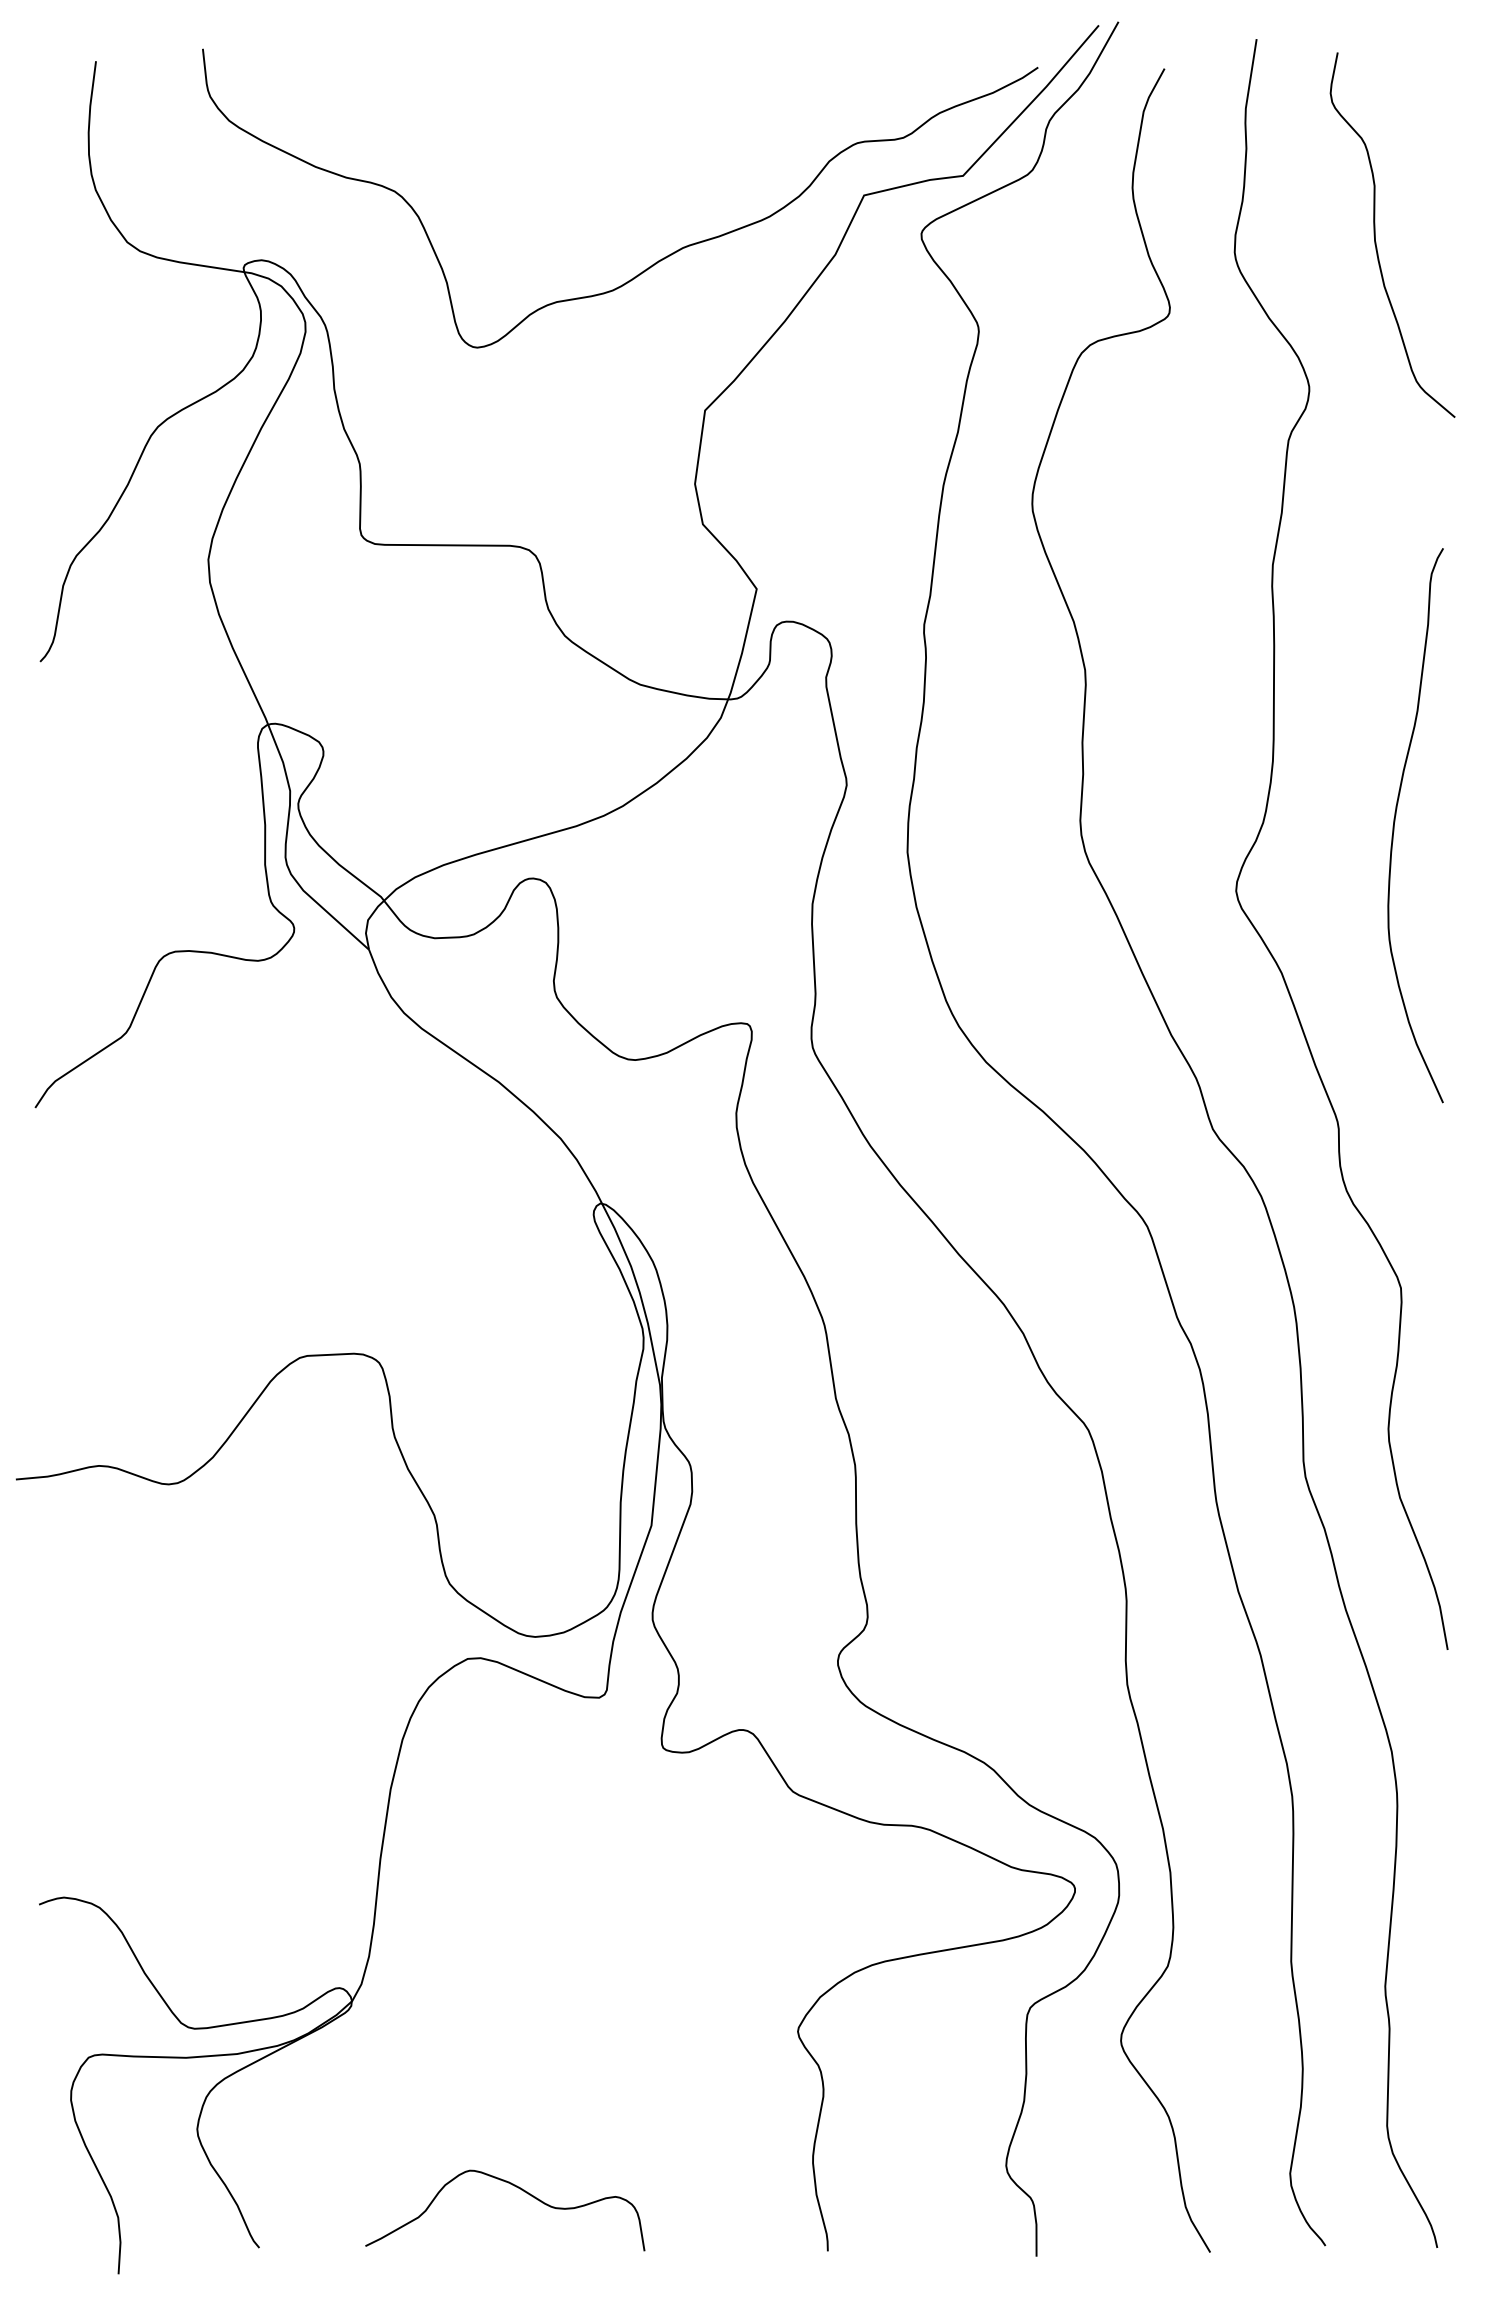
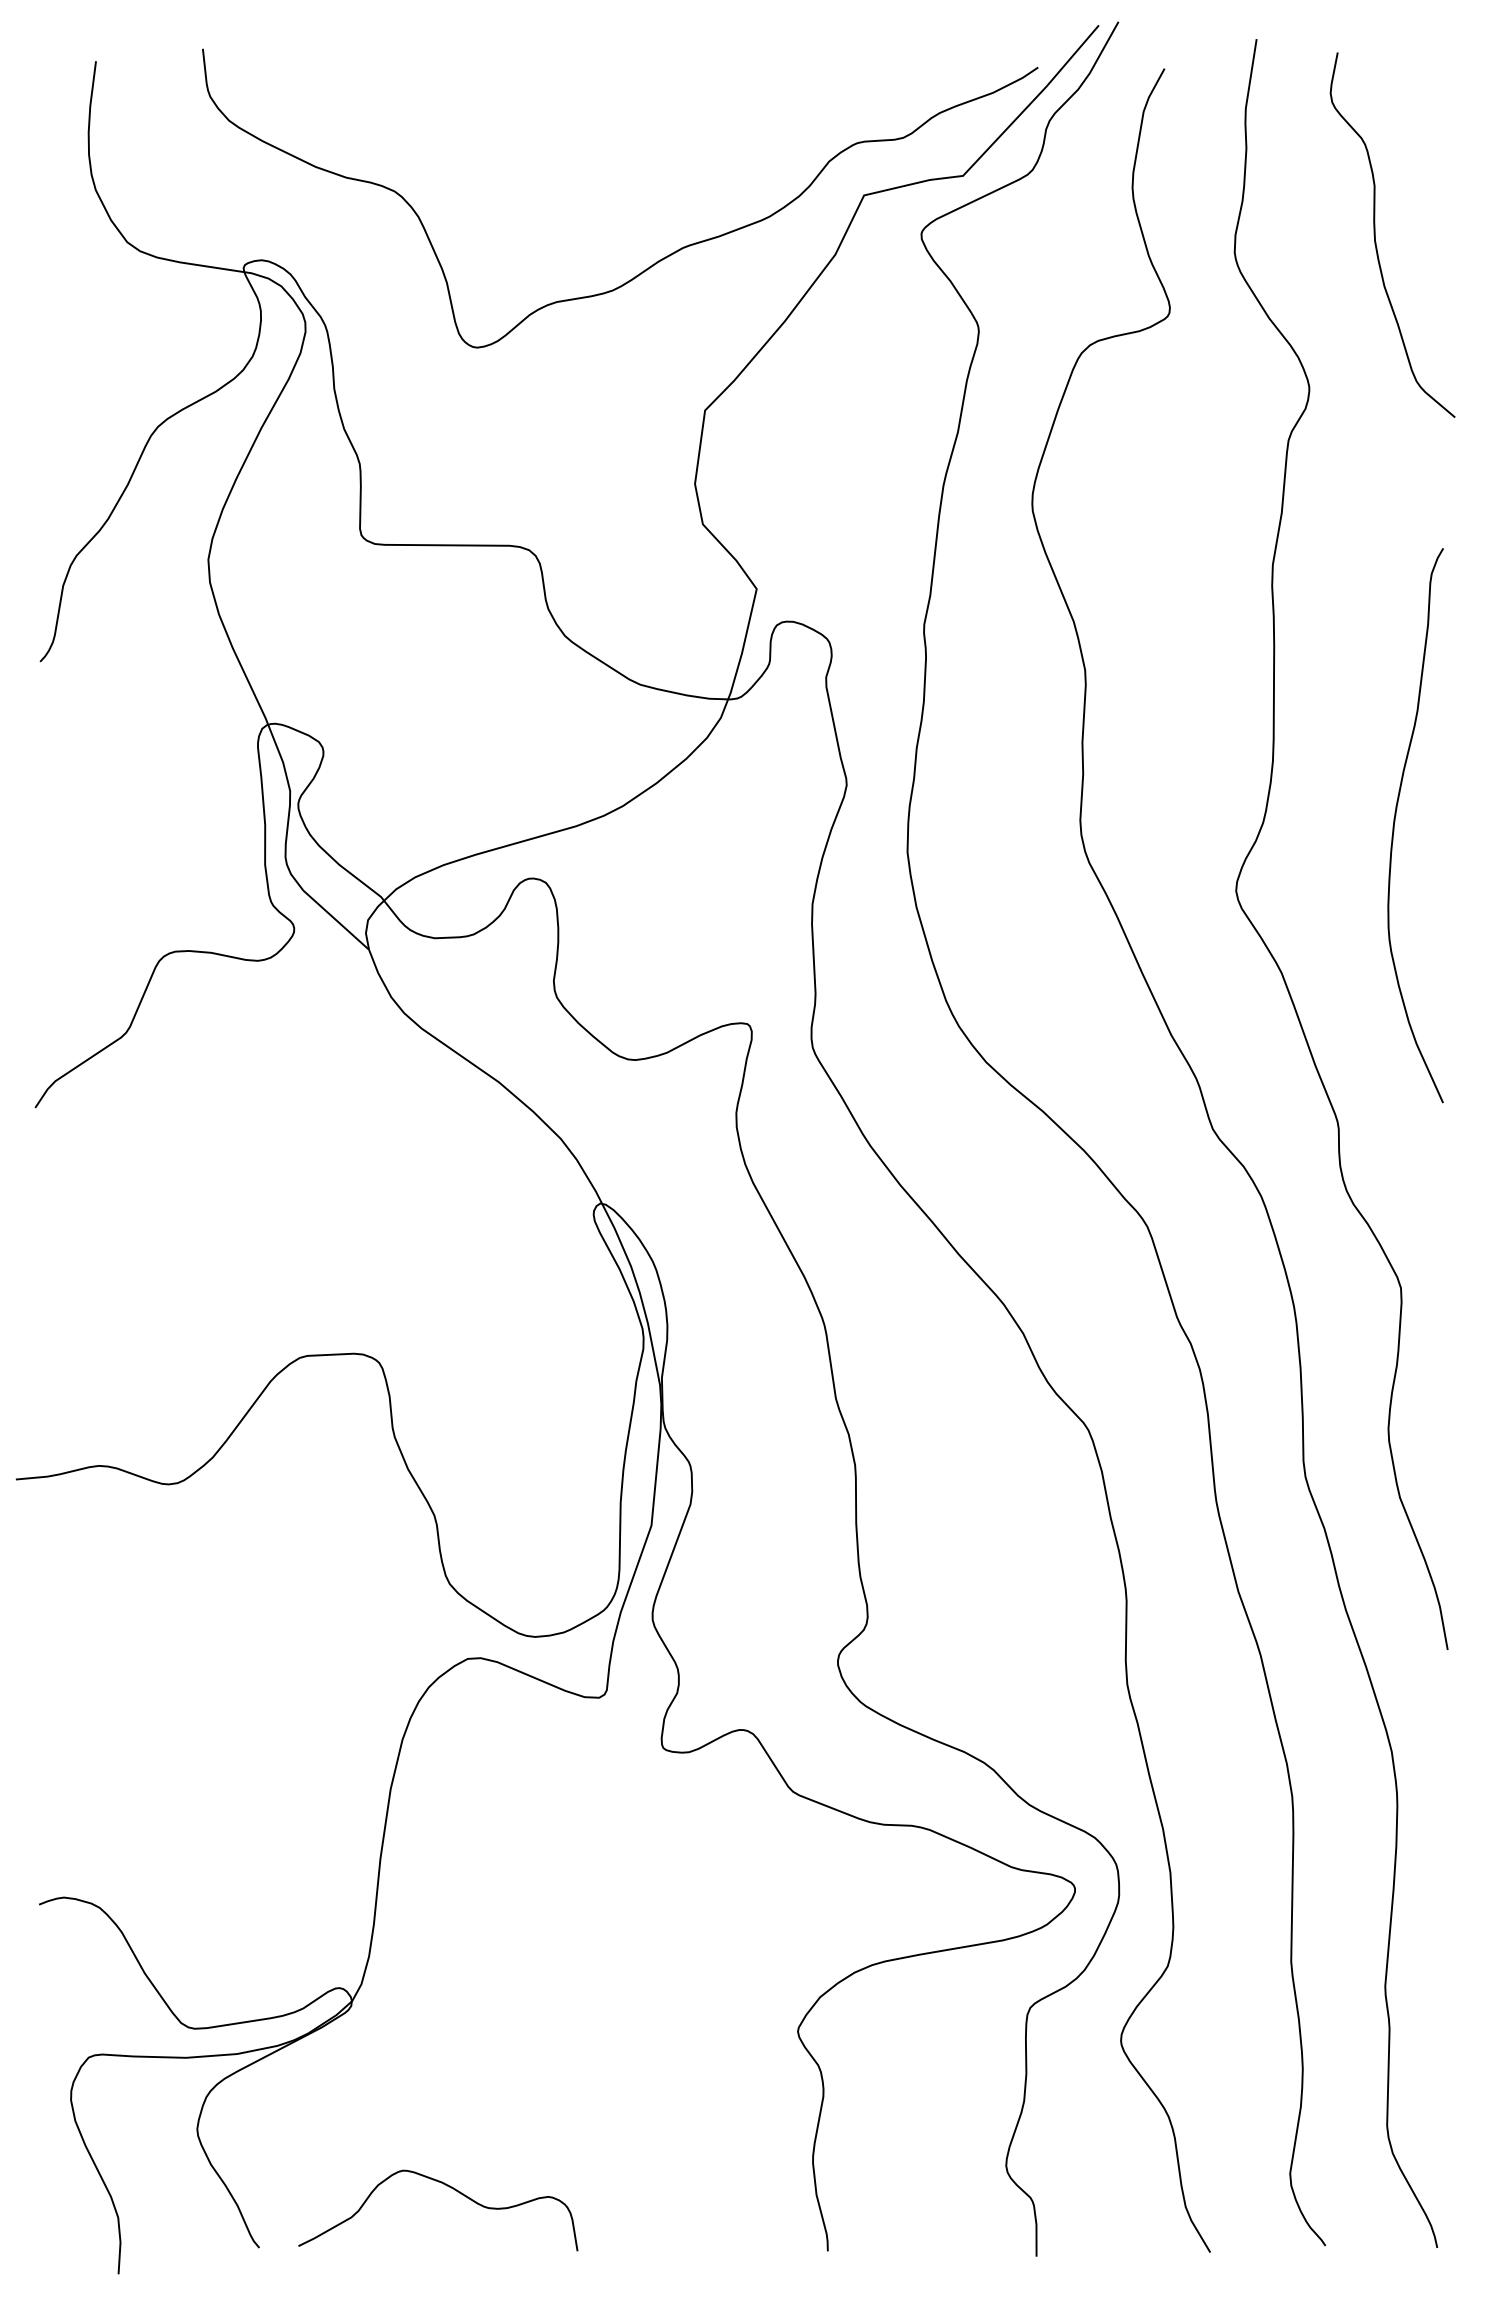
curve at (516, 2187) position: (516, 2187) -> (449, 2187)
